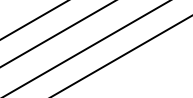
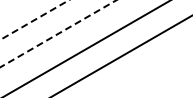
line at (35, 19): solid -> dashed
line at (58, 33): solid -> dashed
